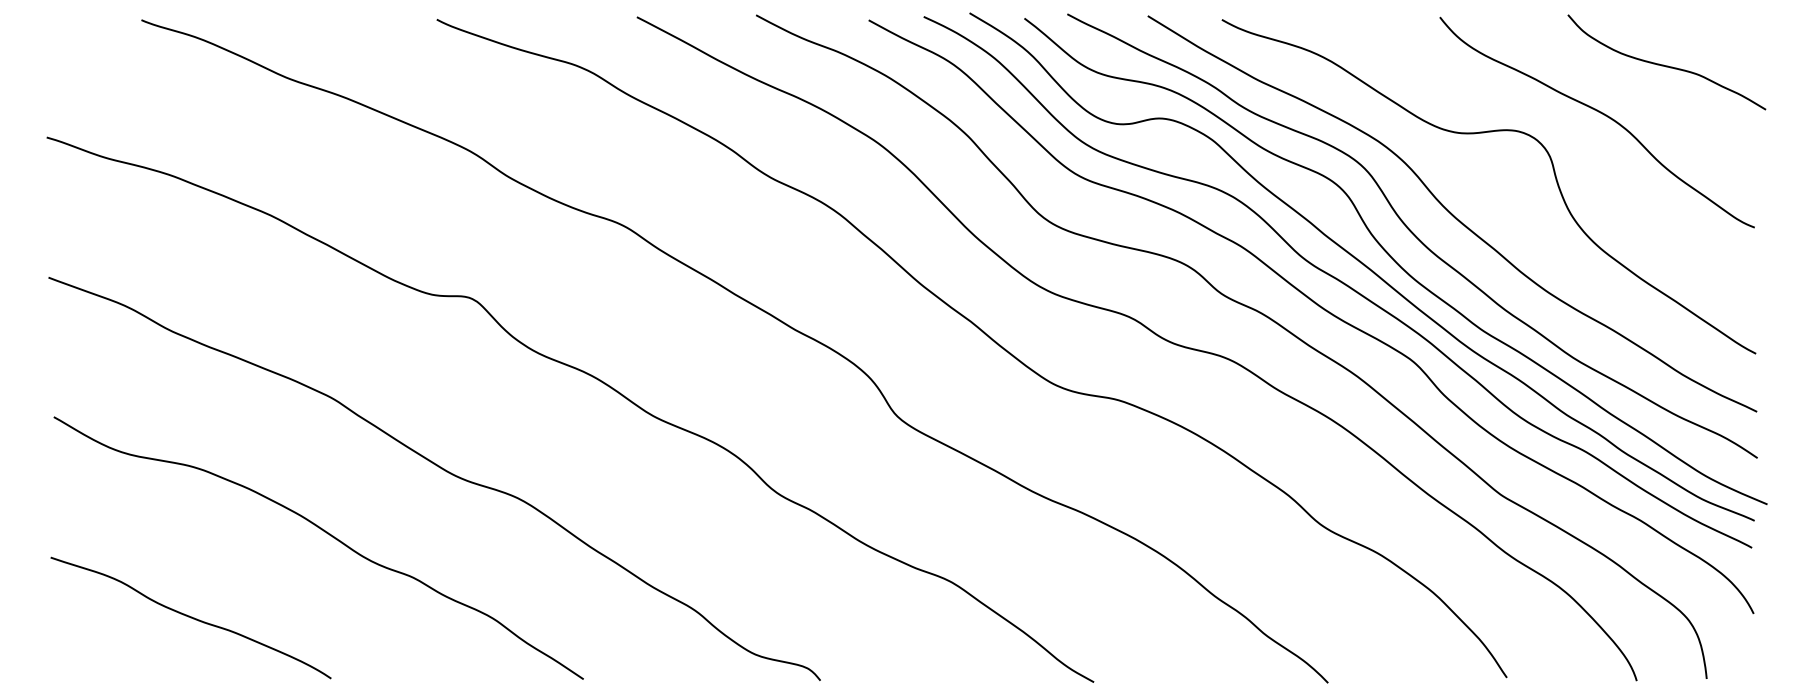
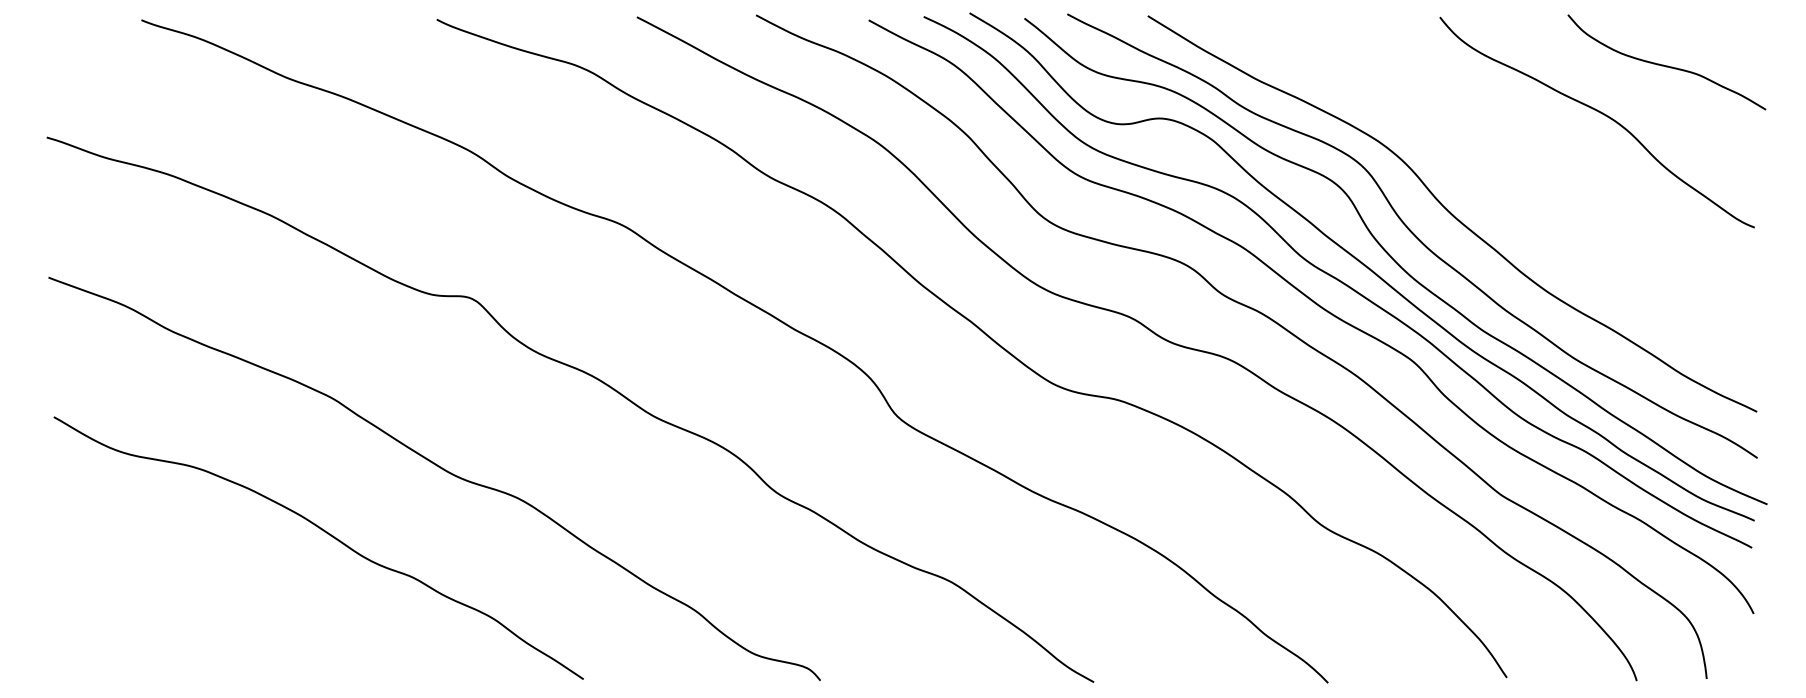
curve at (1484, 133): present -> none
curve at (190, 617): present -> none
